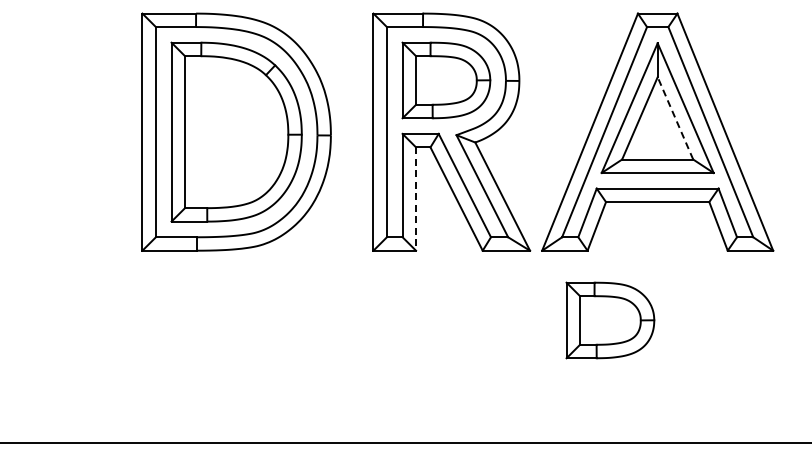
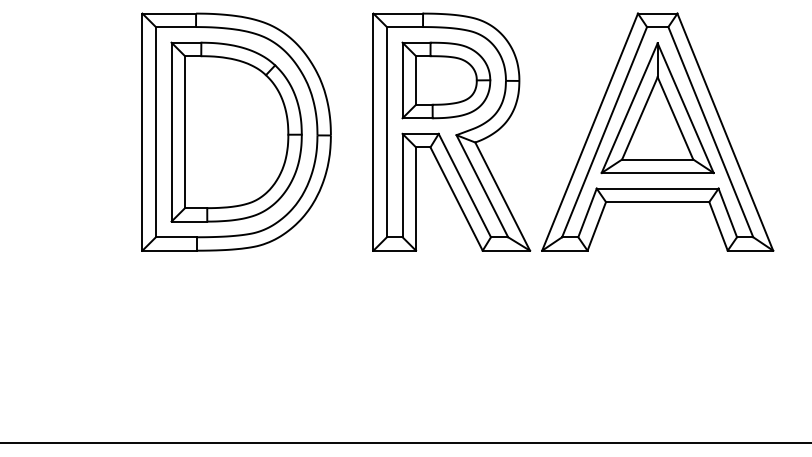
line at (675, 118): dashed -> solid
line at (416, 199): dashed -> solid
part at (610, 320): present -> none
